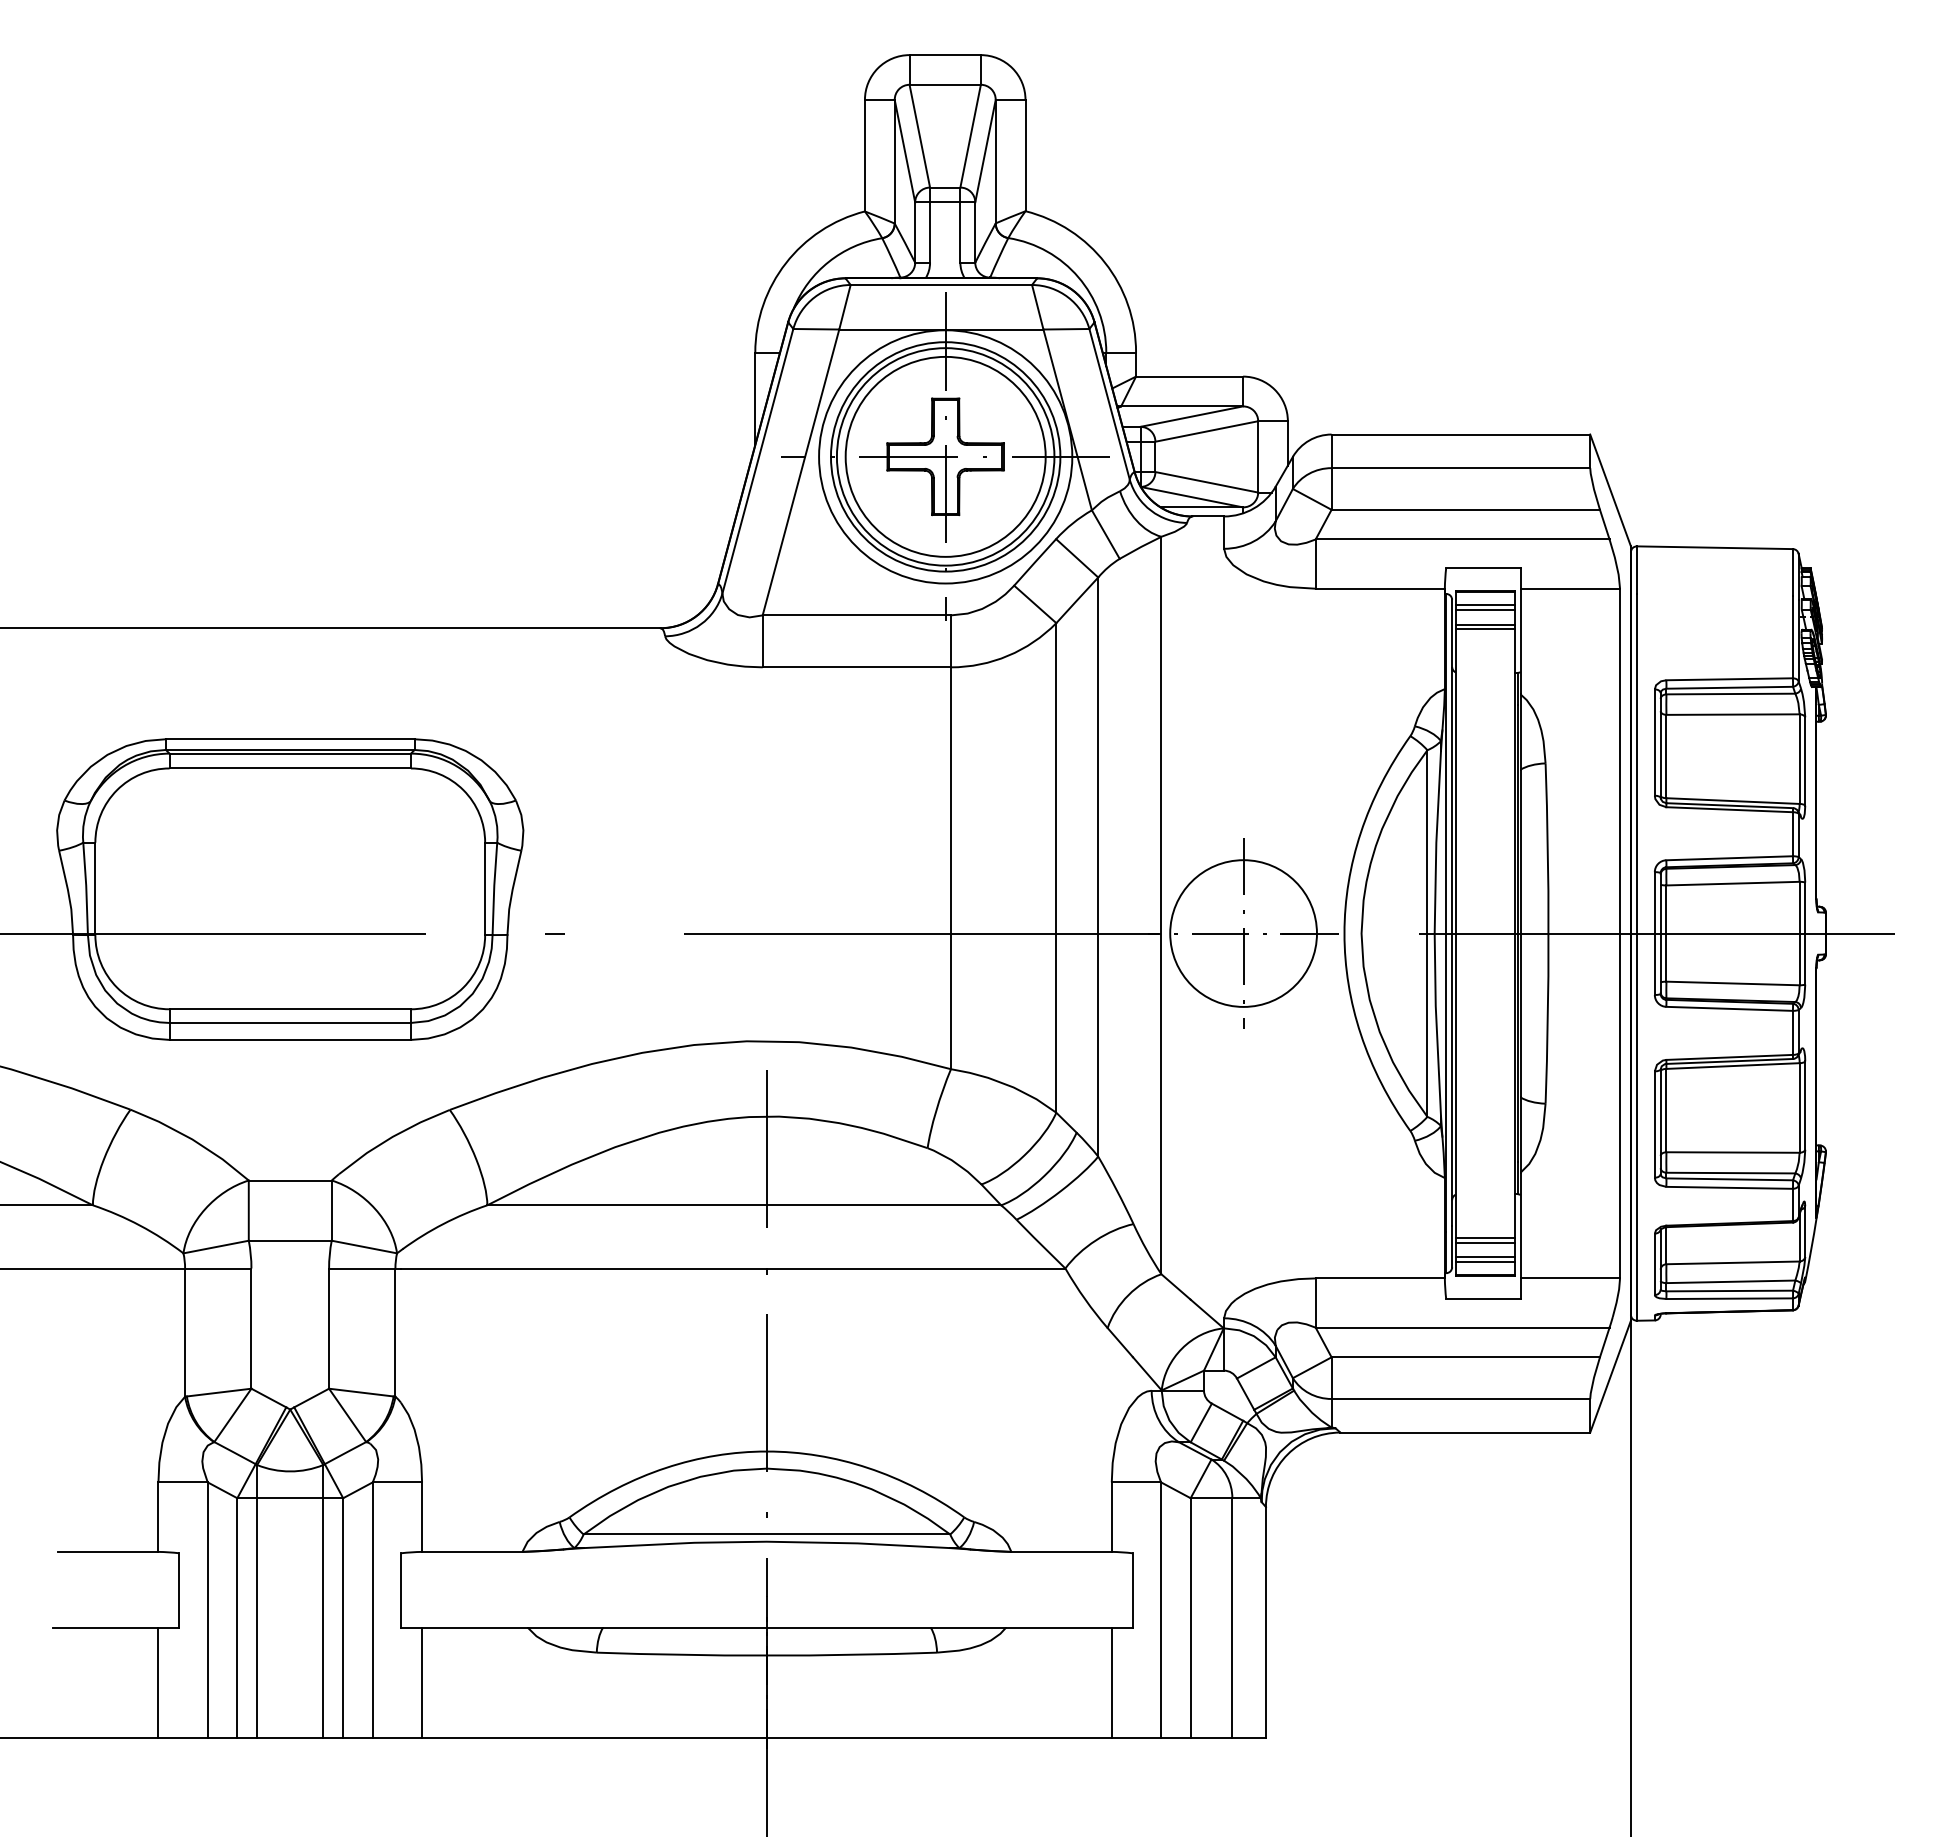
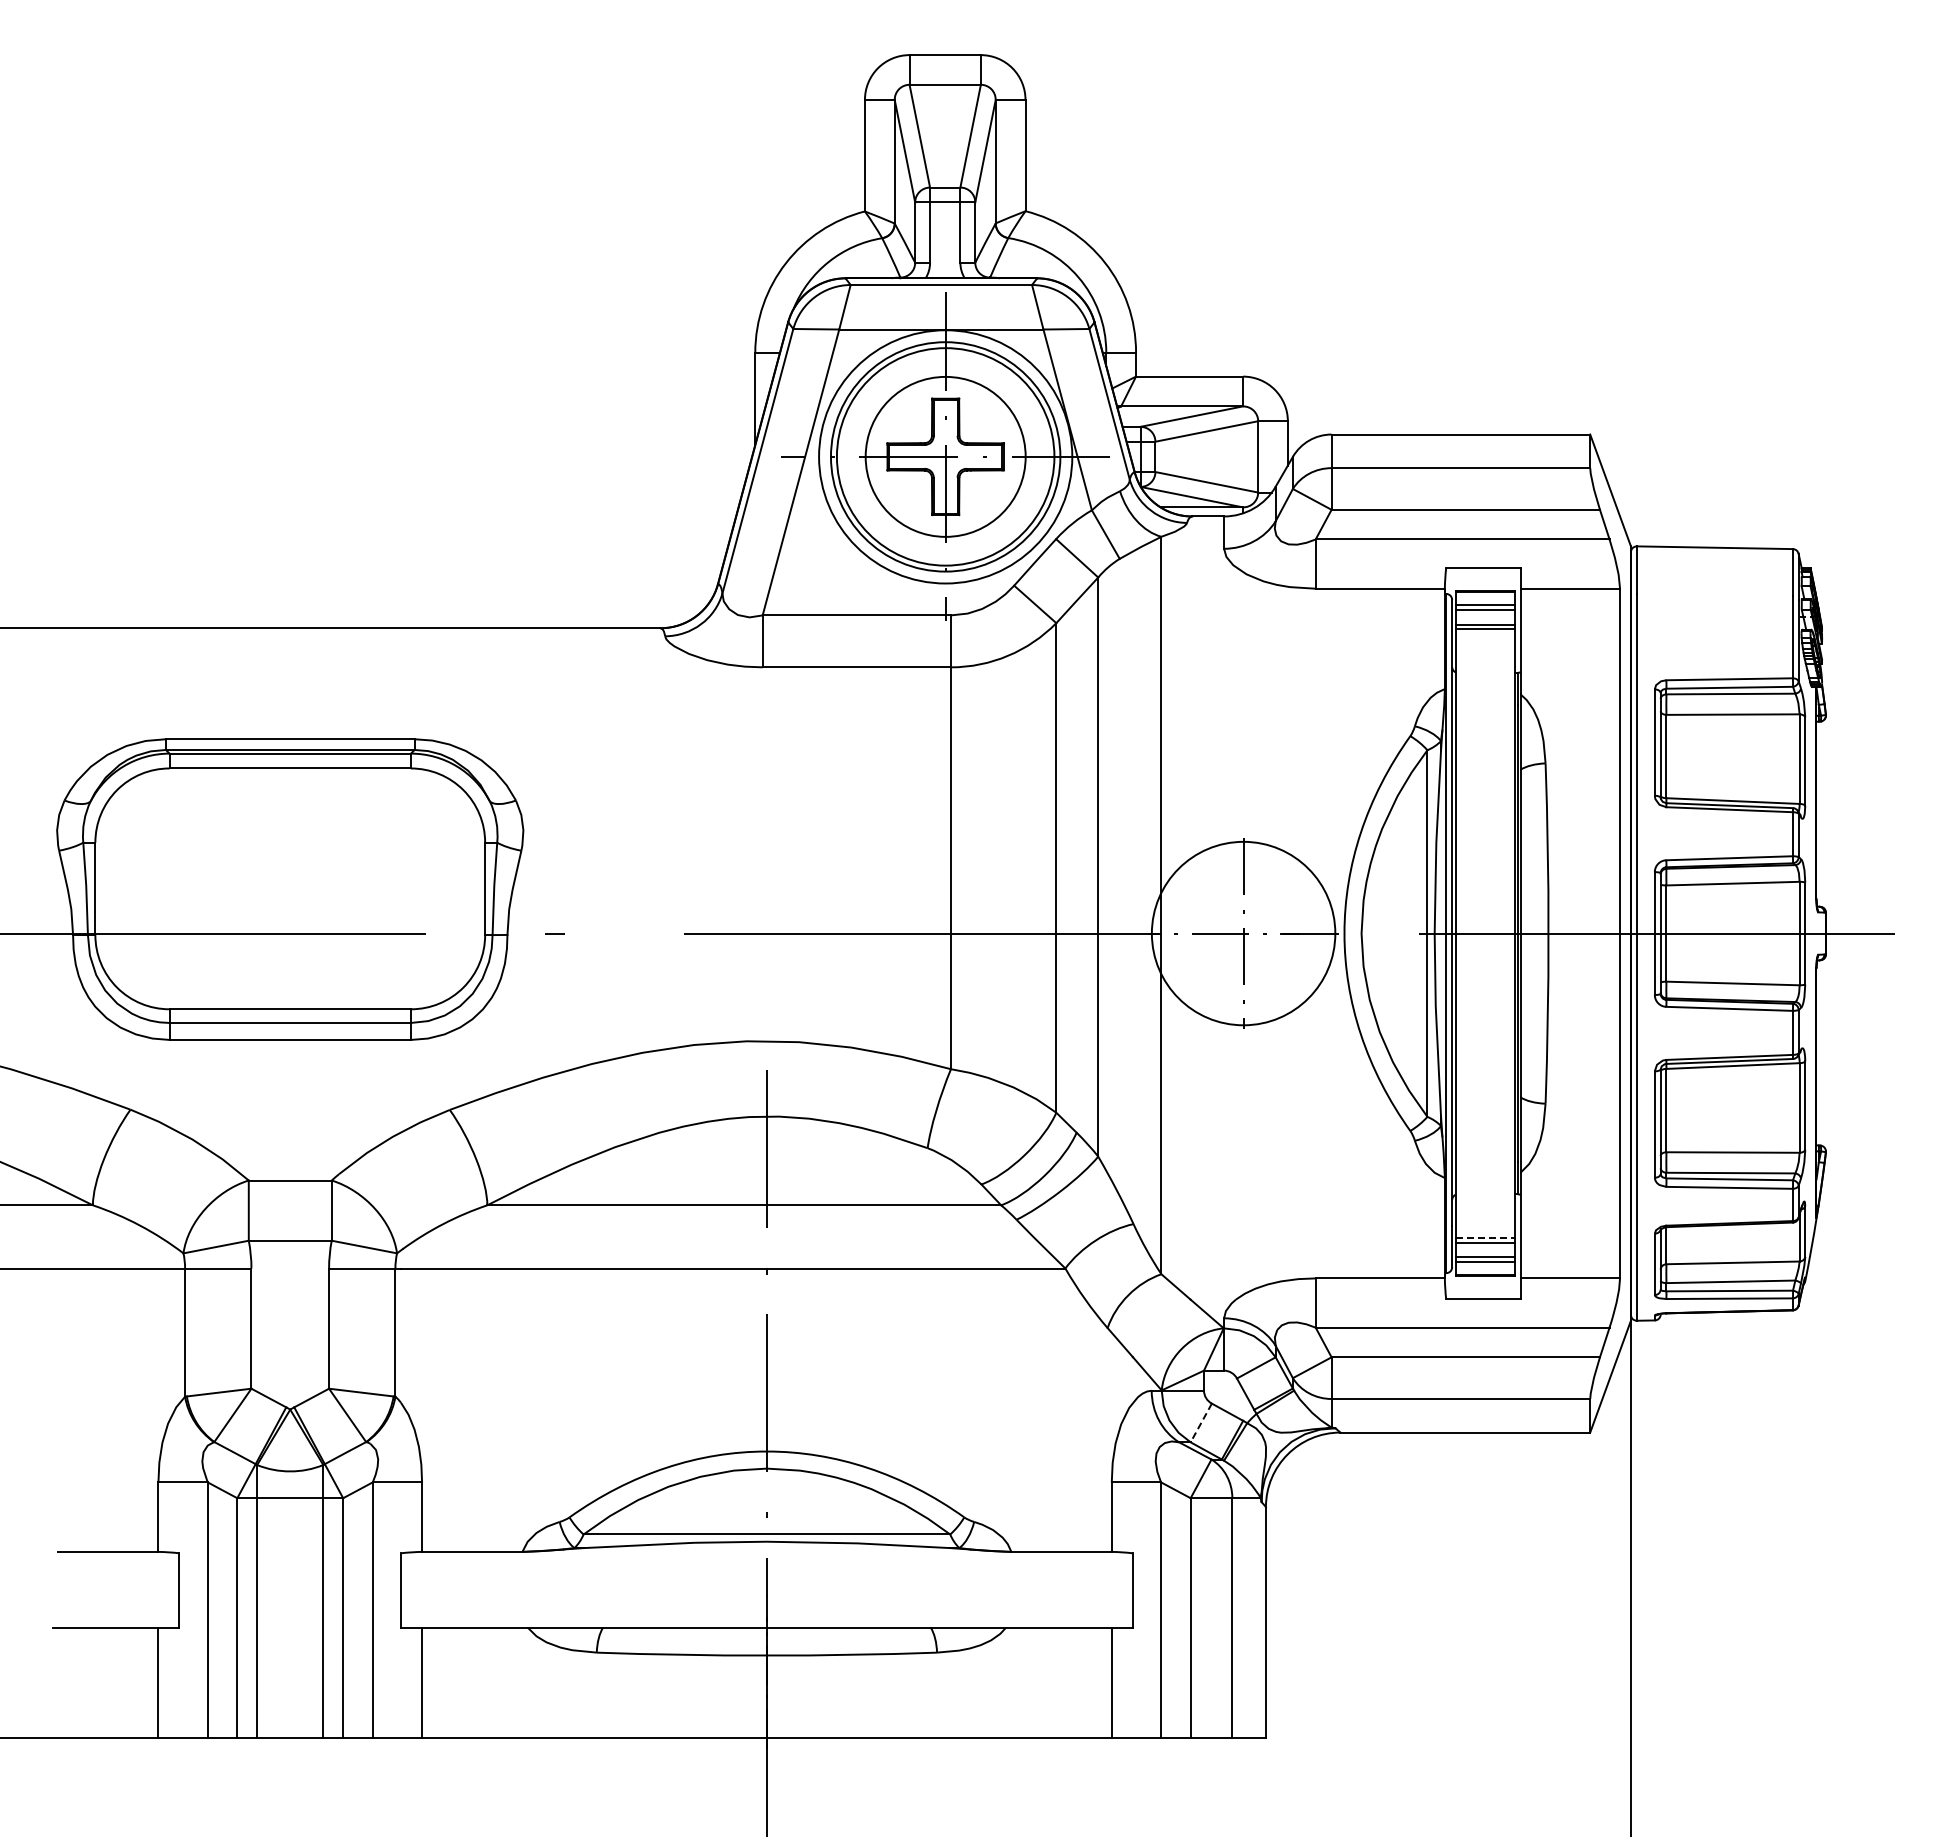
circle at (945, 456) diameter: 200 px -> 160 px
circle at (1243, 933) diameter: 147 px -> 183 px
line at (1485, 1238): solid -> dashed
line at (1201, 1423): solid -> dashed
